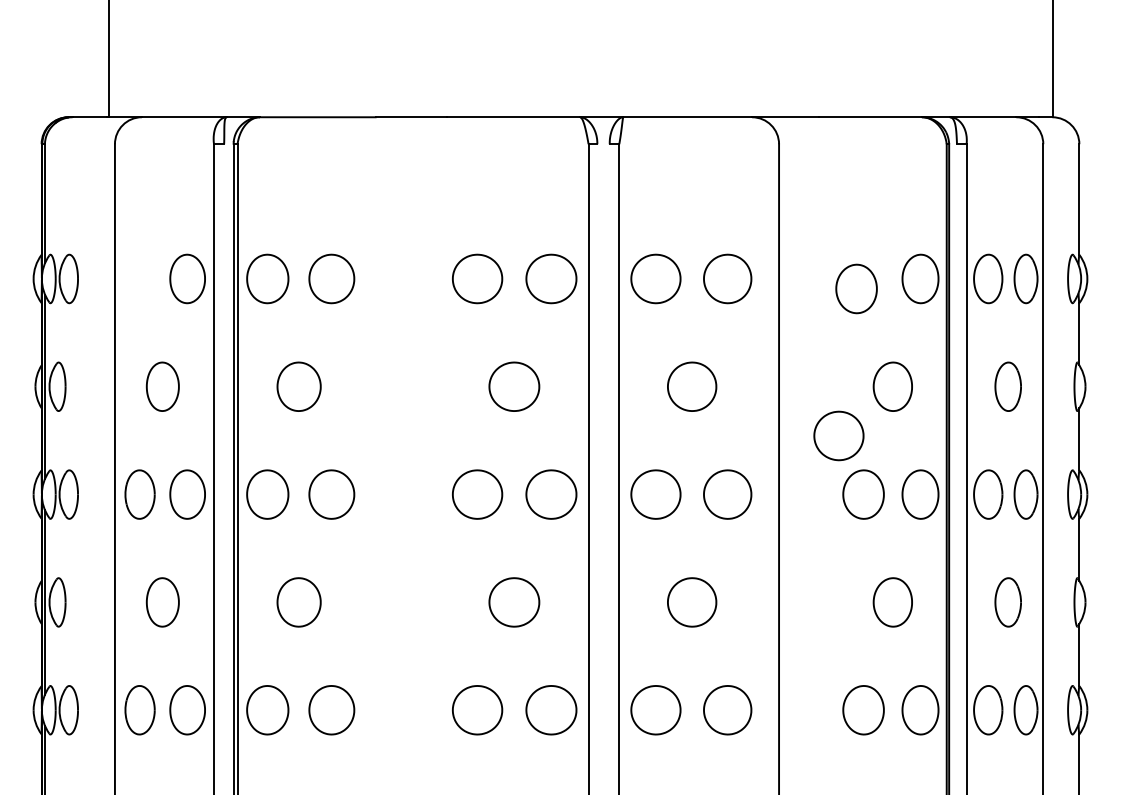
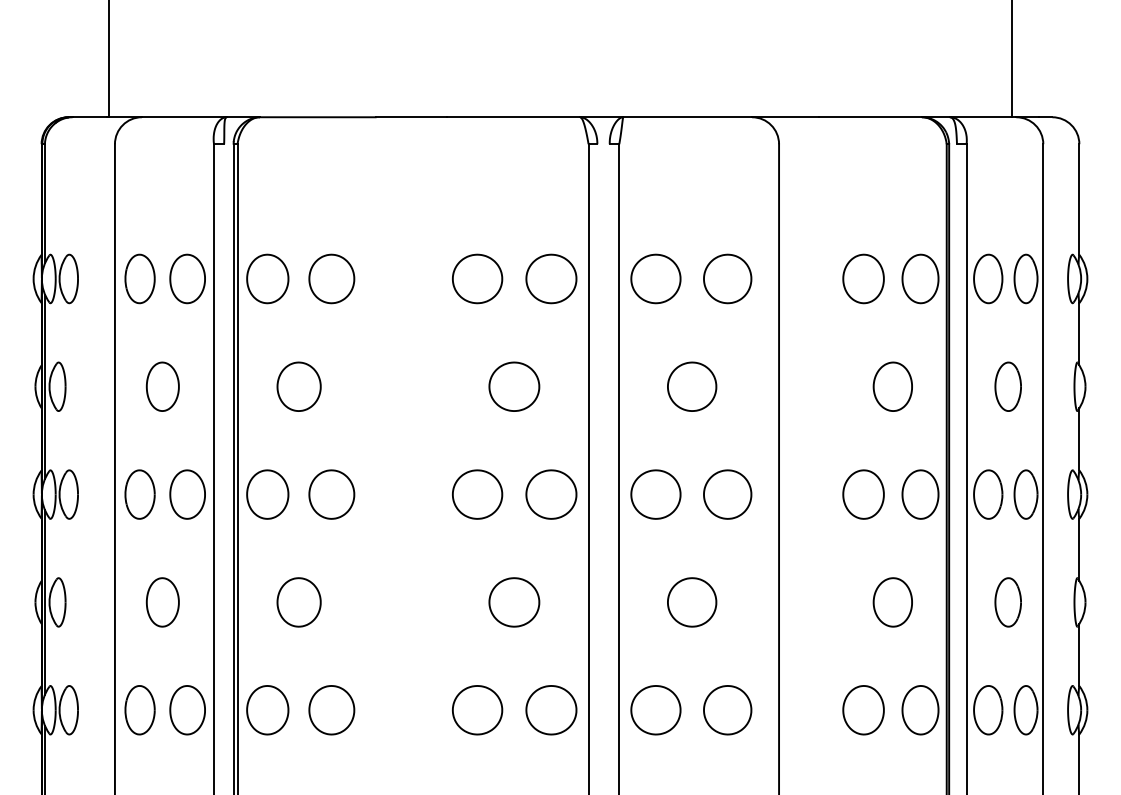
line at (1052, 59) position: (1052, 59) -> (1011, 59)
part at (139, 278): none -> present
part at (856, 288) position: (856, 288) -> (863, 278)
part at (838, 435): present -> none
